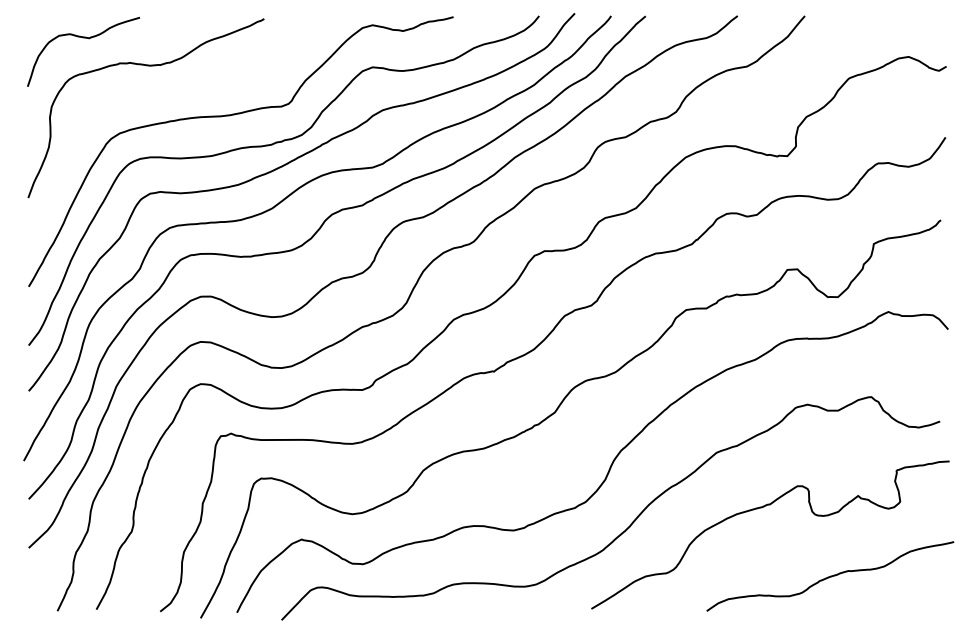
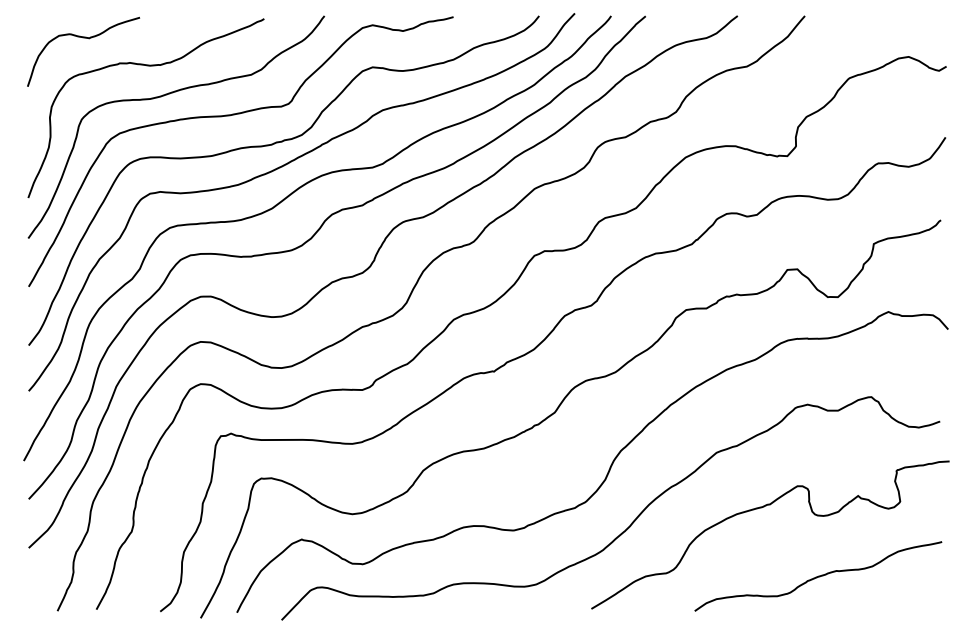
curve at (167, 95): none -> present
curve at (830, 576) position: (830, 576) -> (818, 576)
